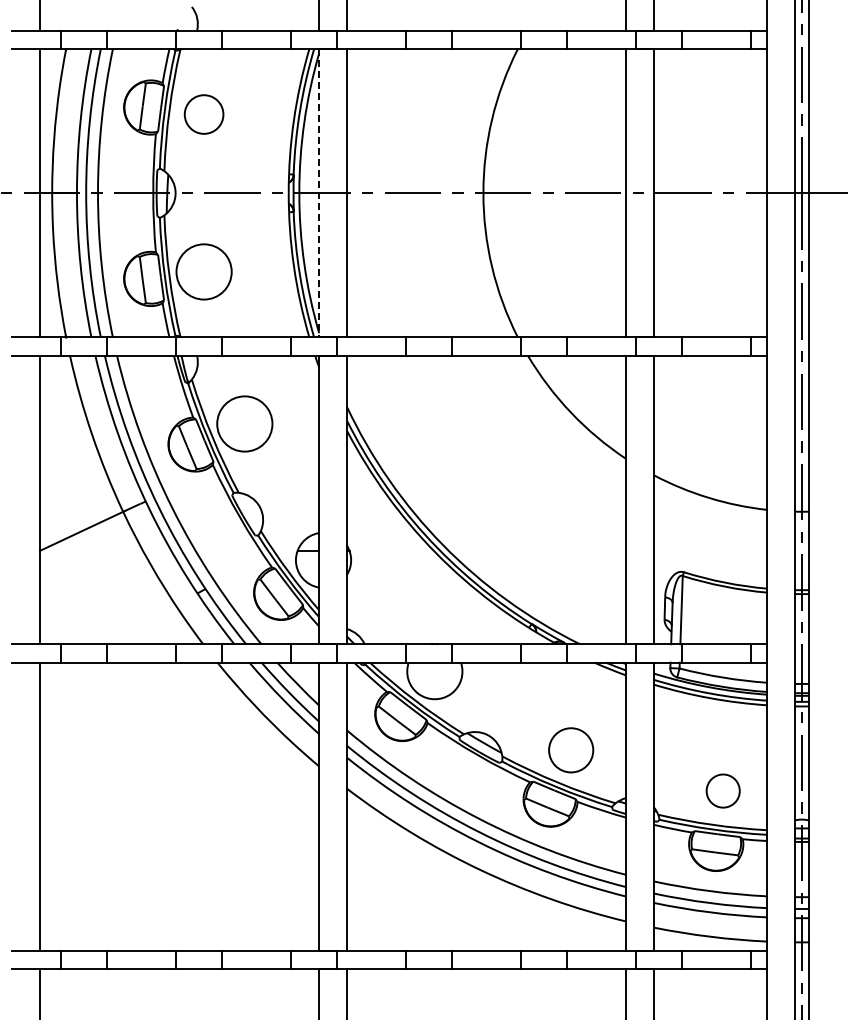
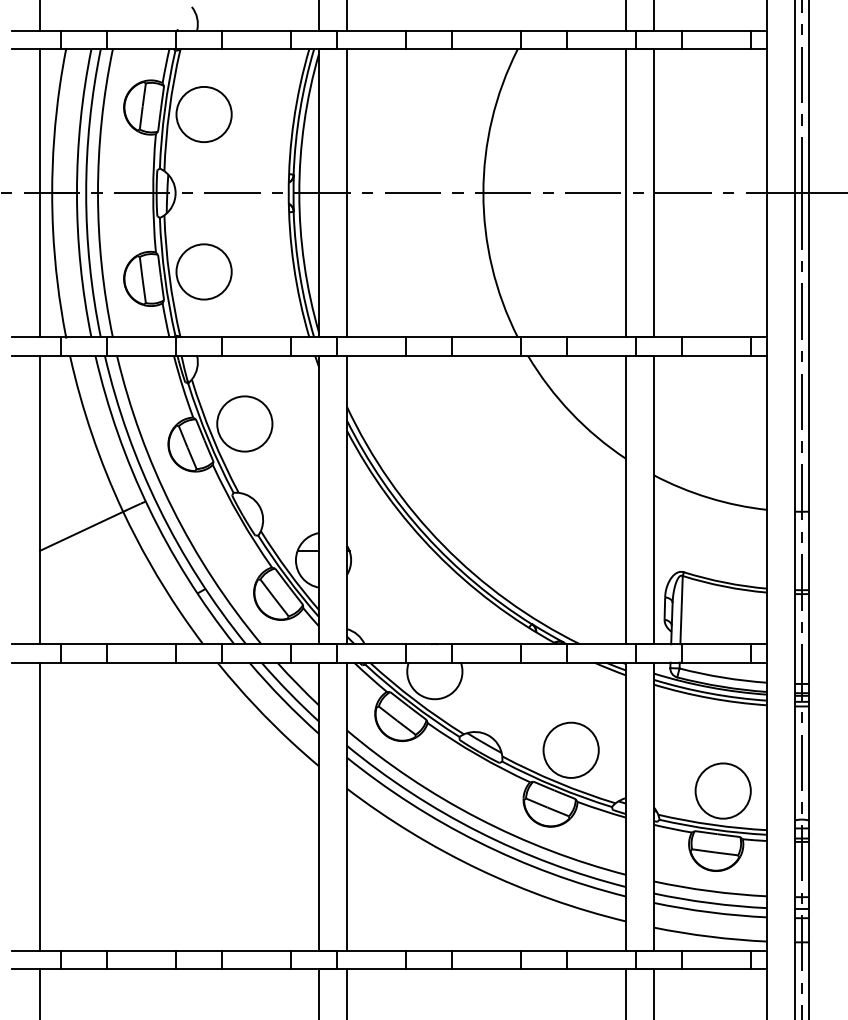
circle at (203, 114) diameter: 39 px -> 55 px
line at (319, 193): dashed -> solid
circle at (571, 750) diameter: 44 px -> 55 px
circle at (722, 790) diameter: 33 px -> 55 px
